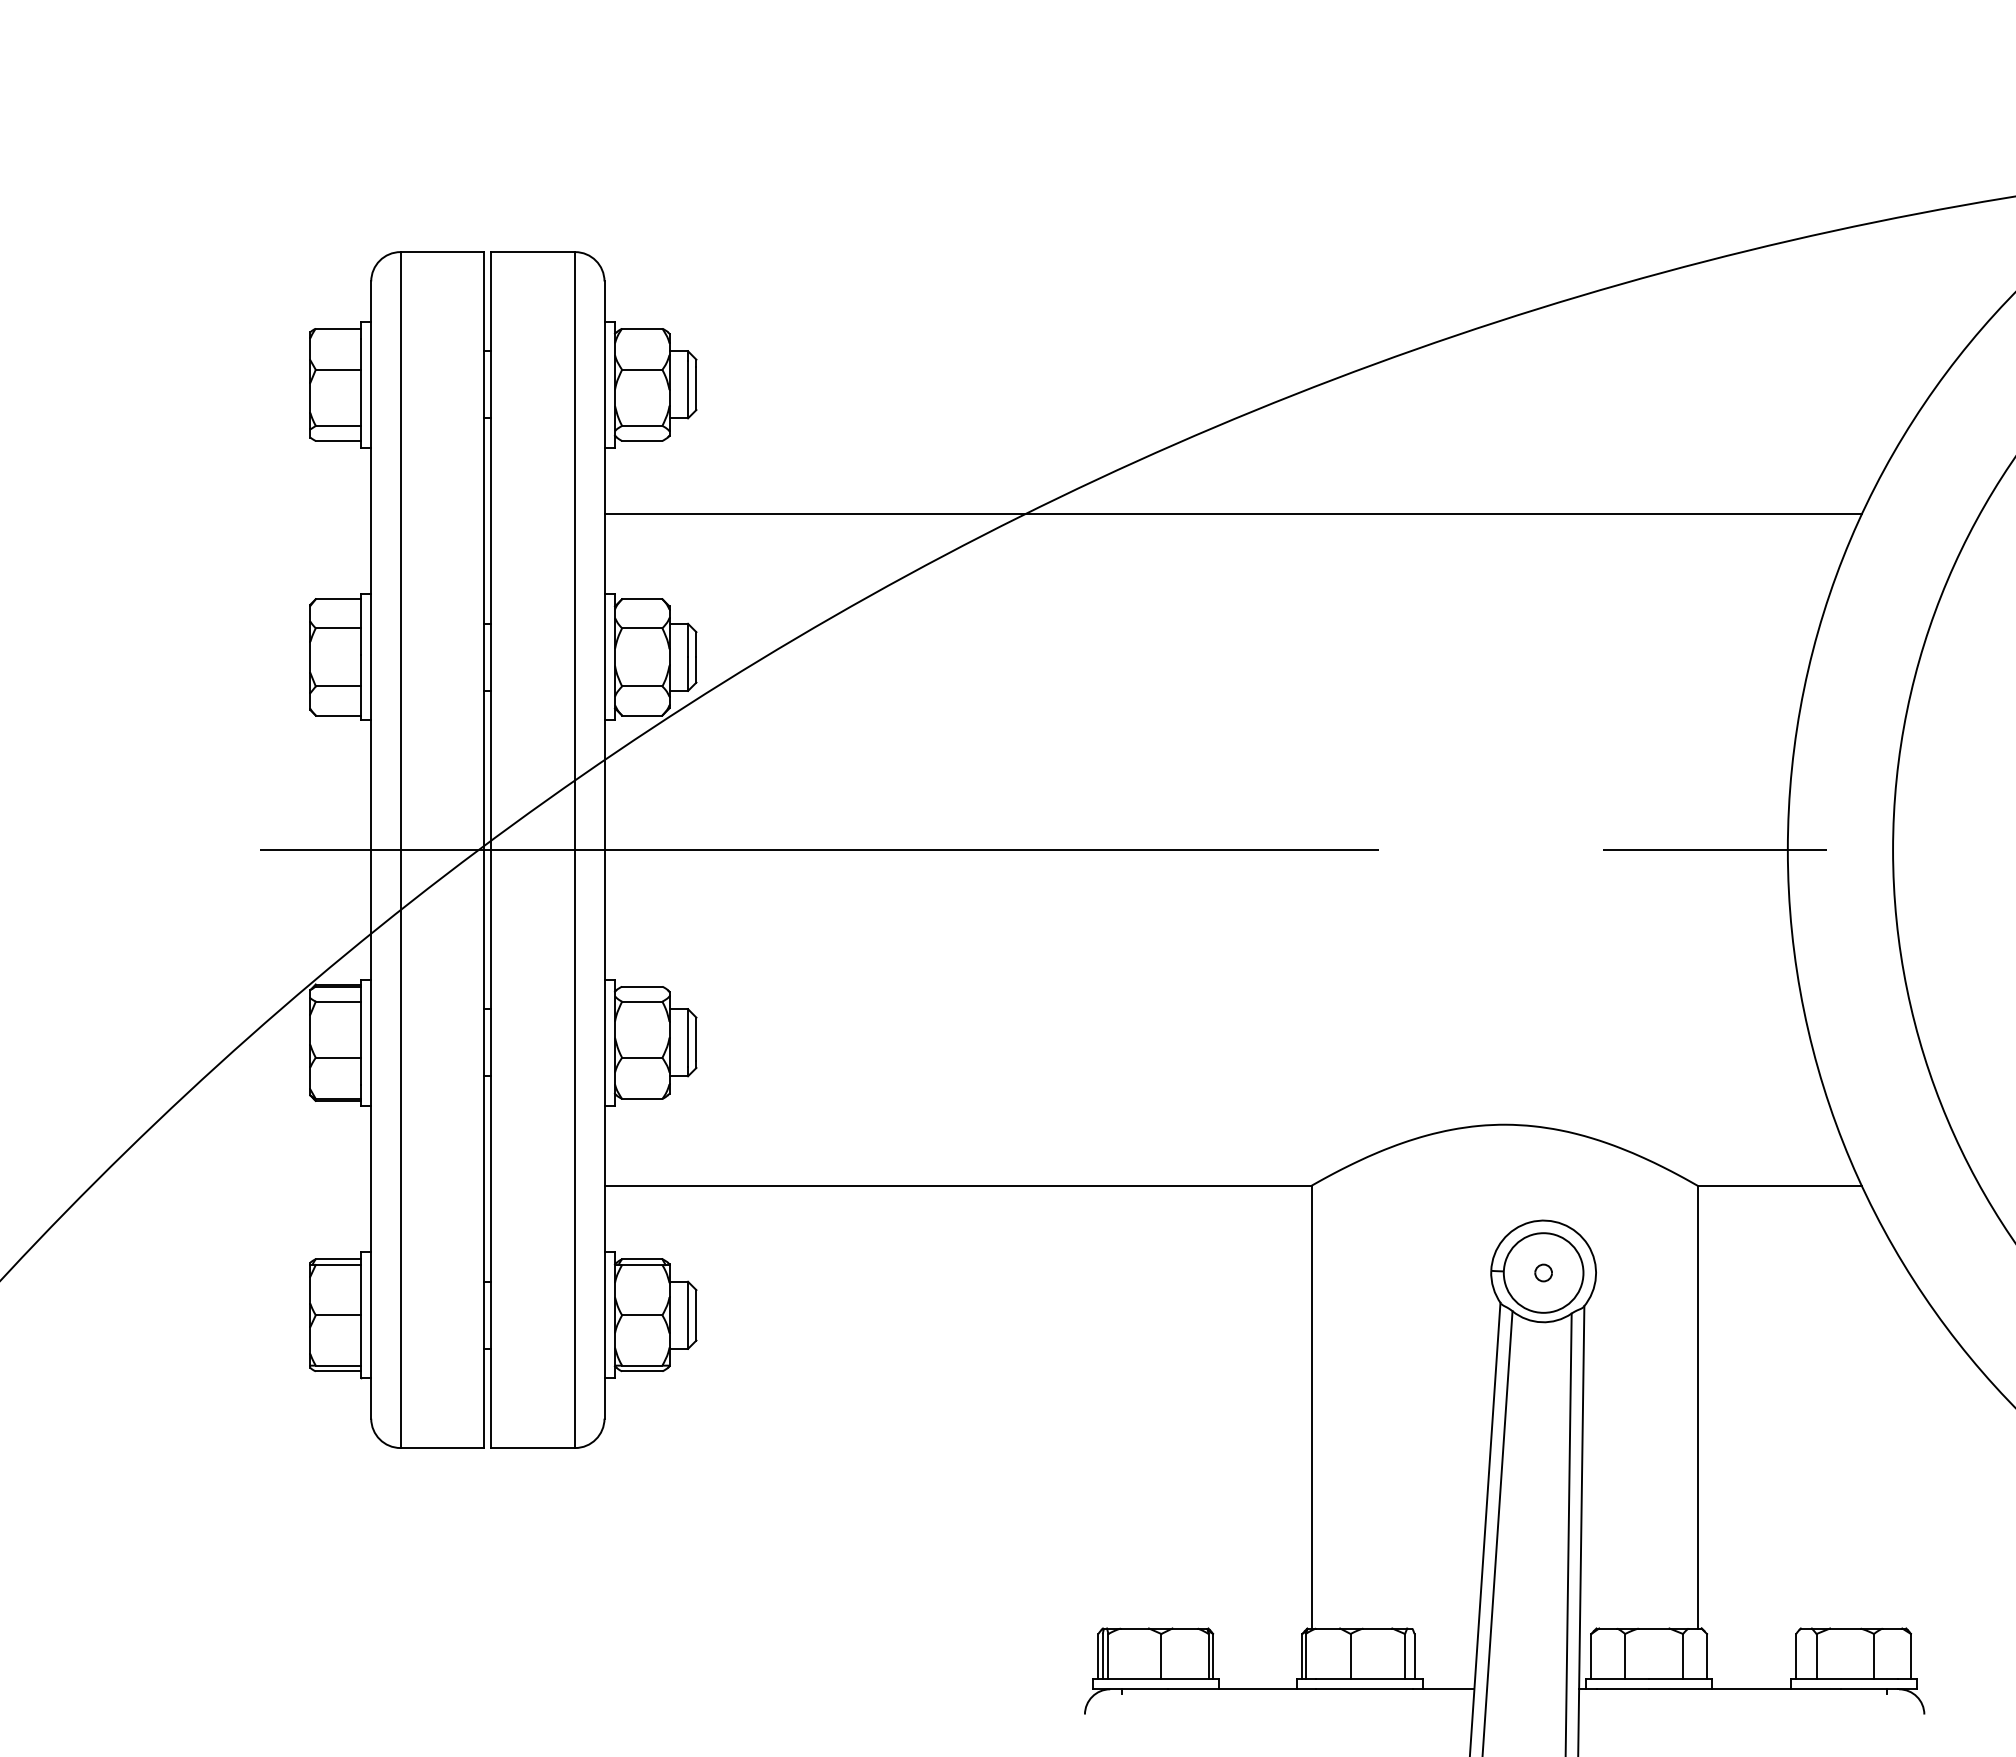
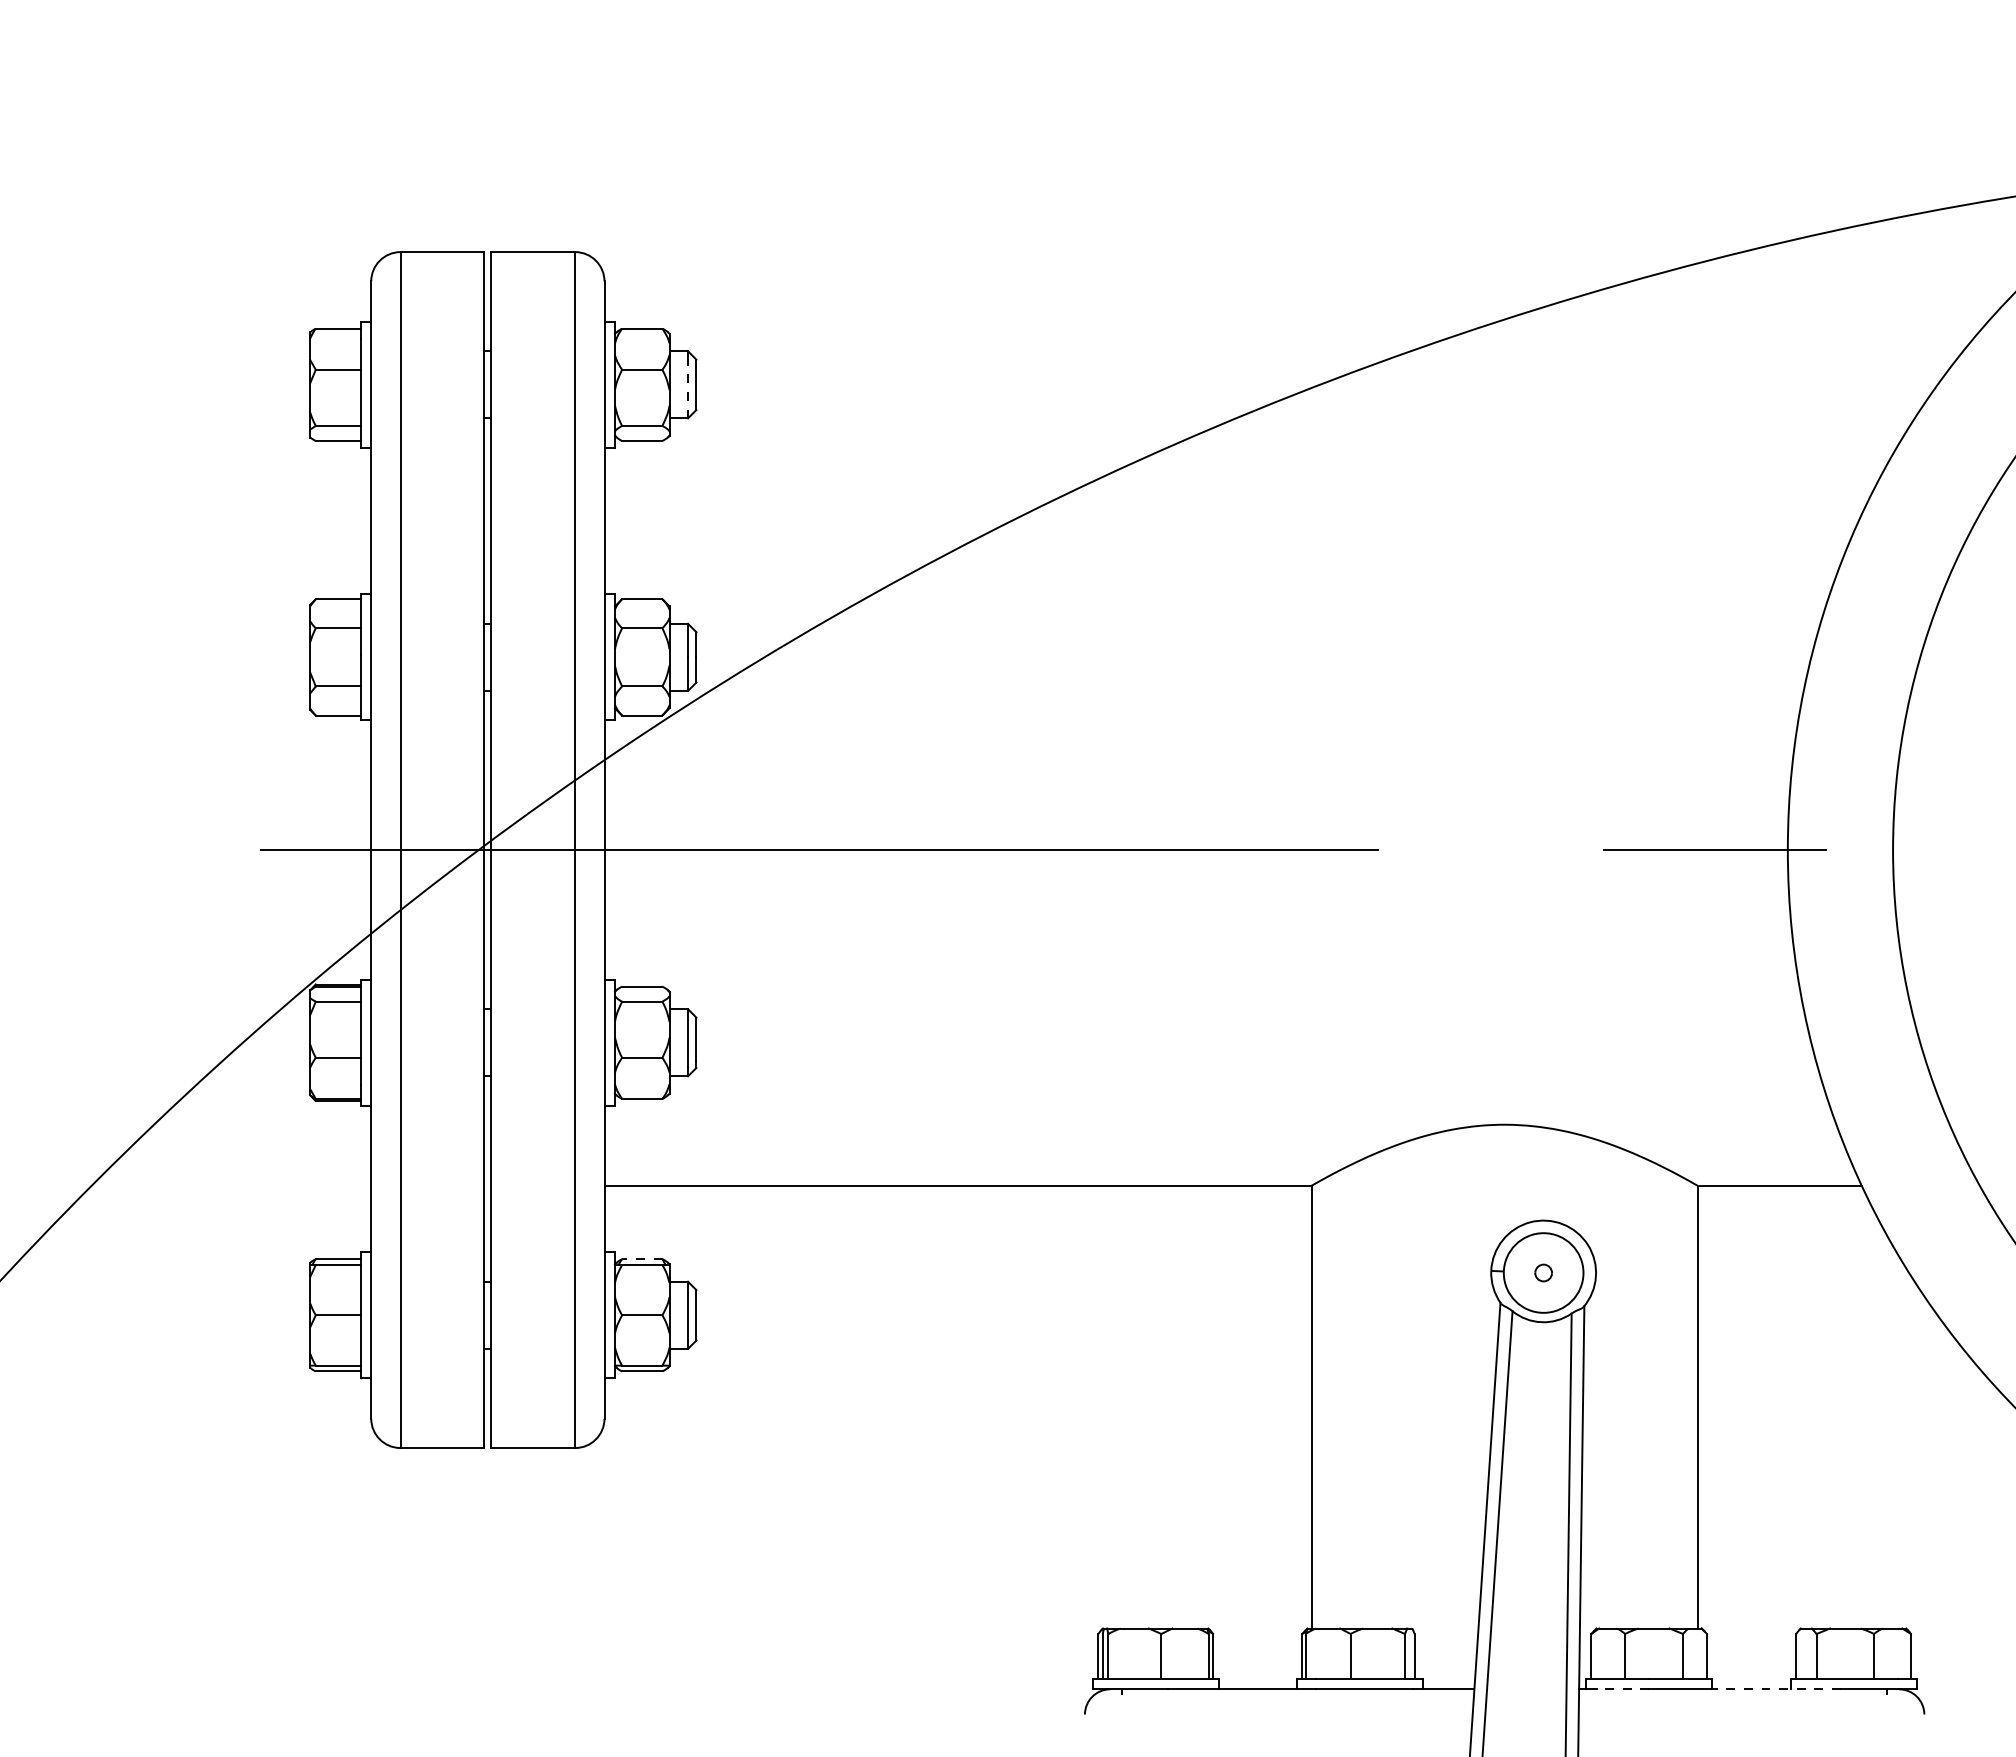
line at (688, 389): solid -> dashed
line at (1233, 514): present -> none
line at (641, 1259): solid -> dashed
line at (1622, 1689): solid -> dashed
line at (1776, 1689): solid -> dashed
